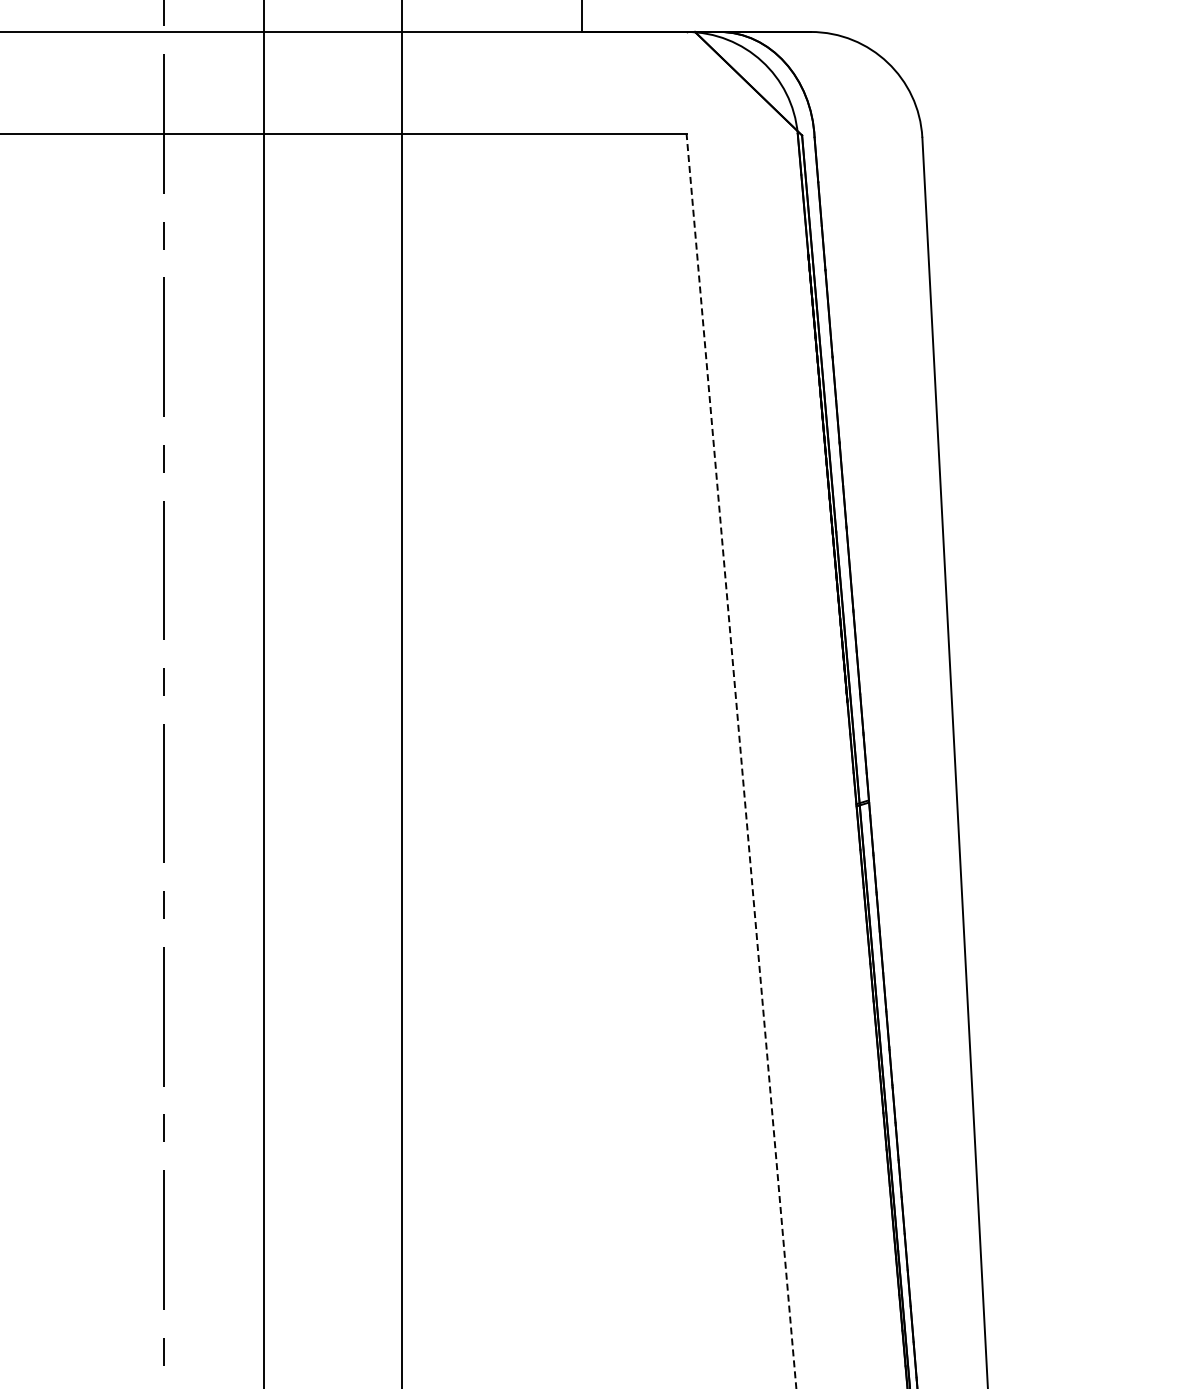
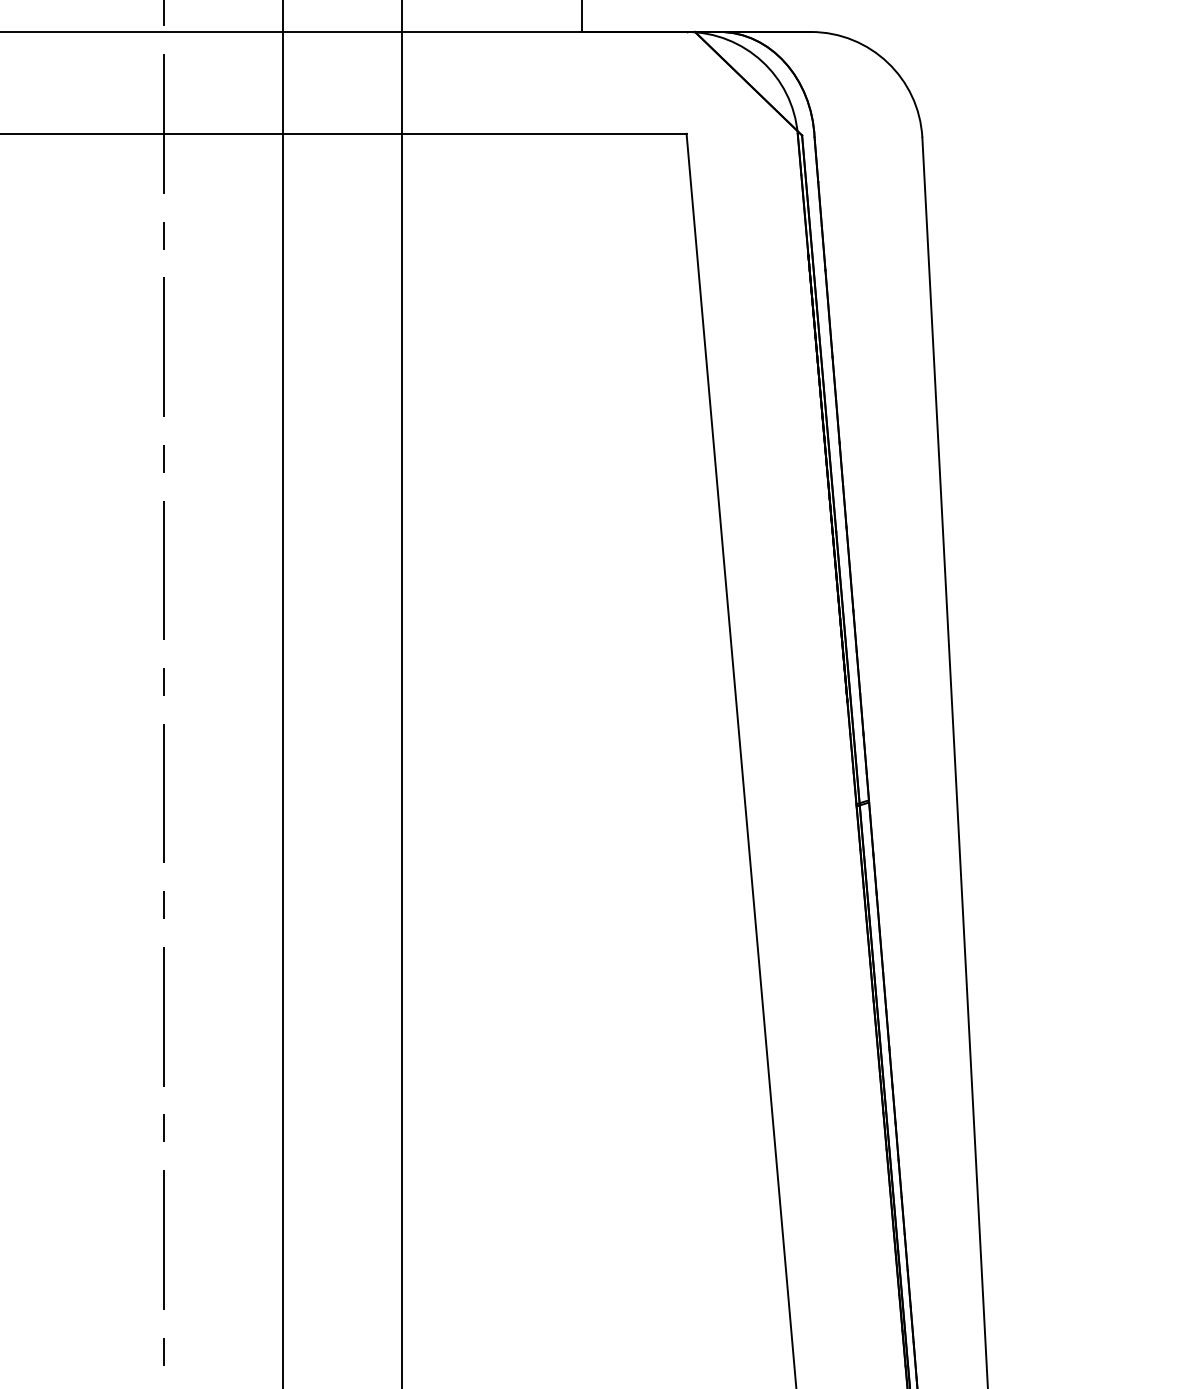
line at (263, 693) position: (263, 693) -> (282, 693)
line at (741, 761): dashed -> solid
